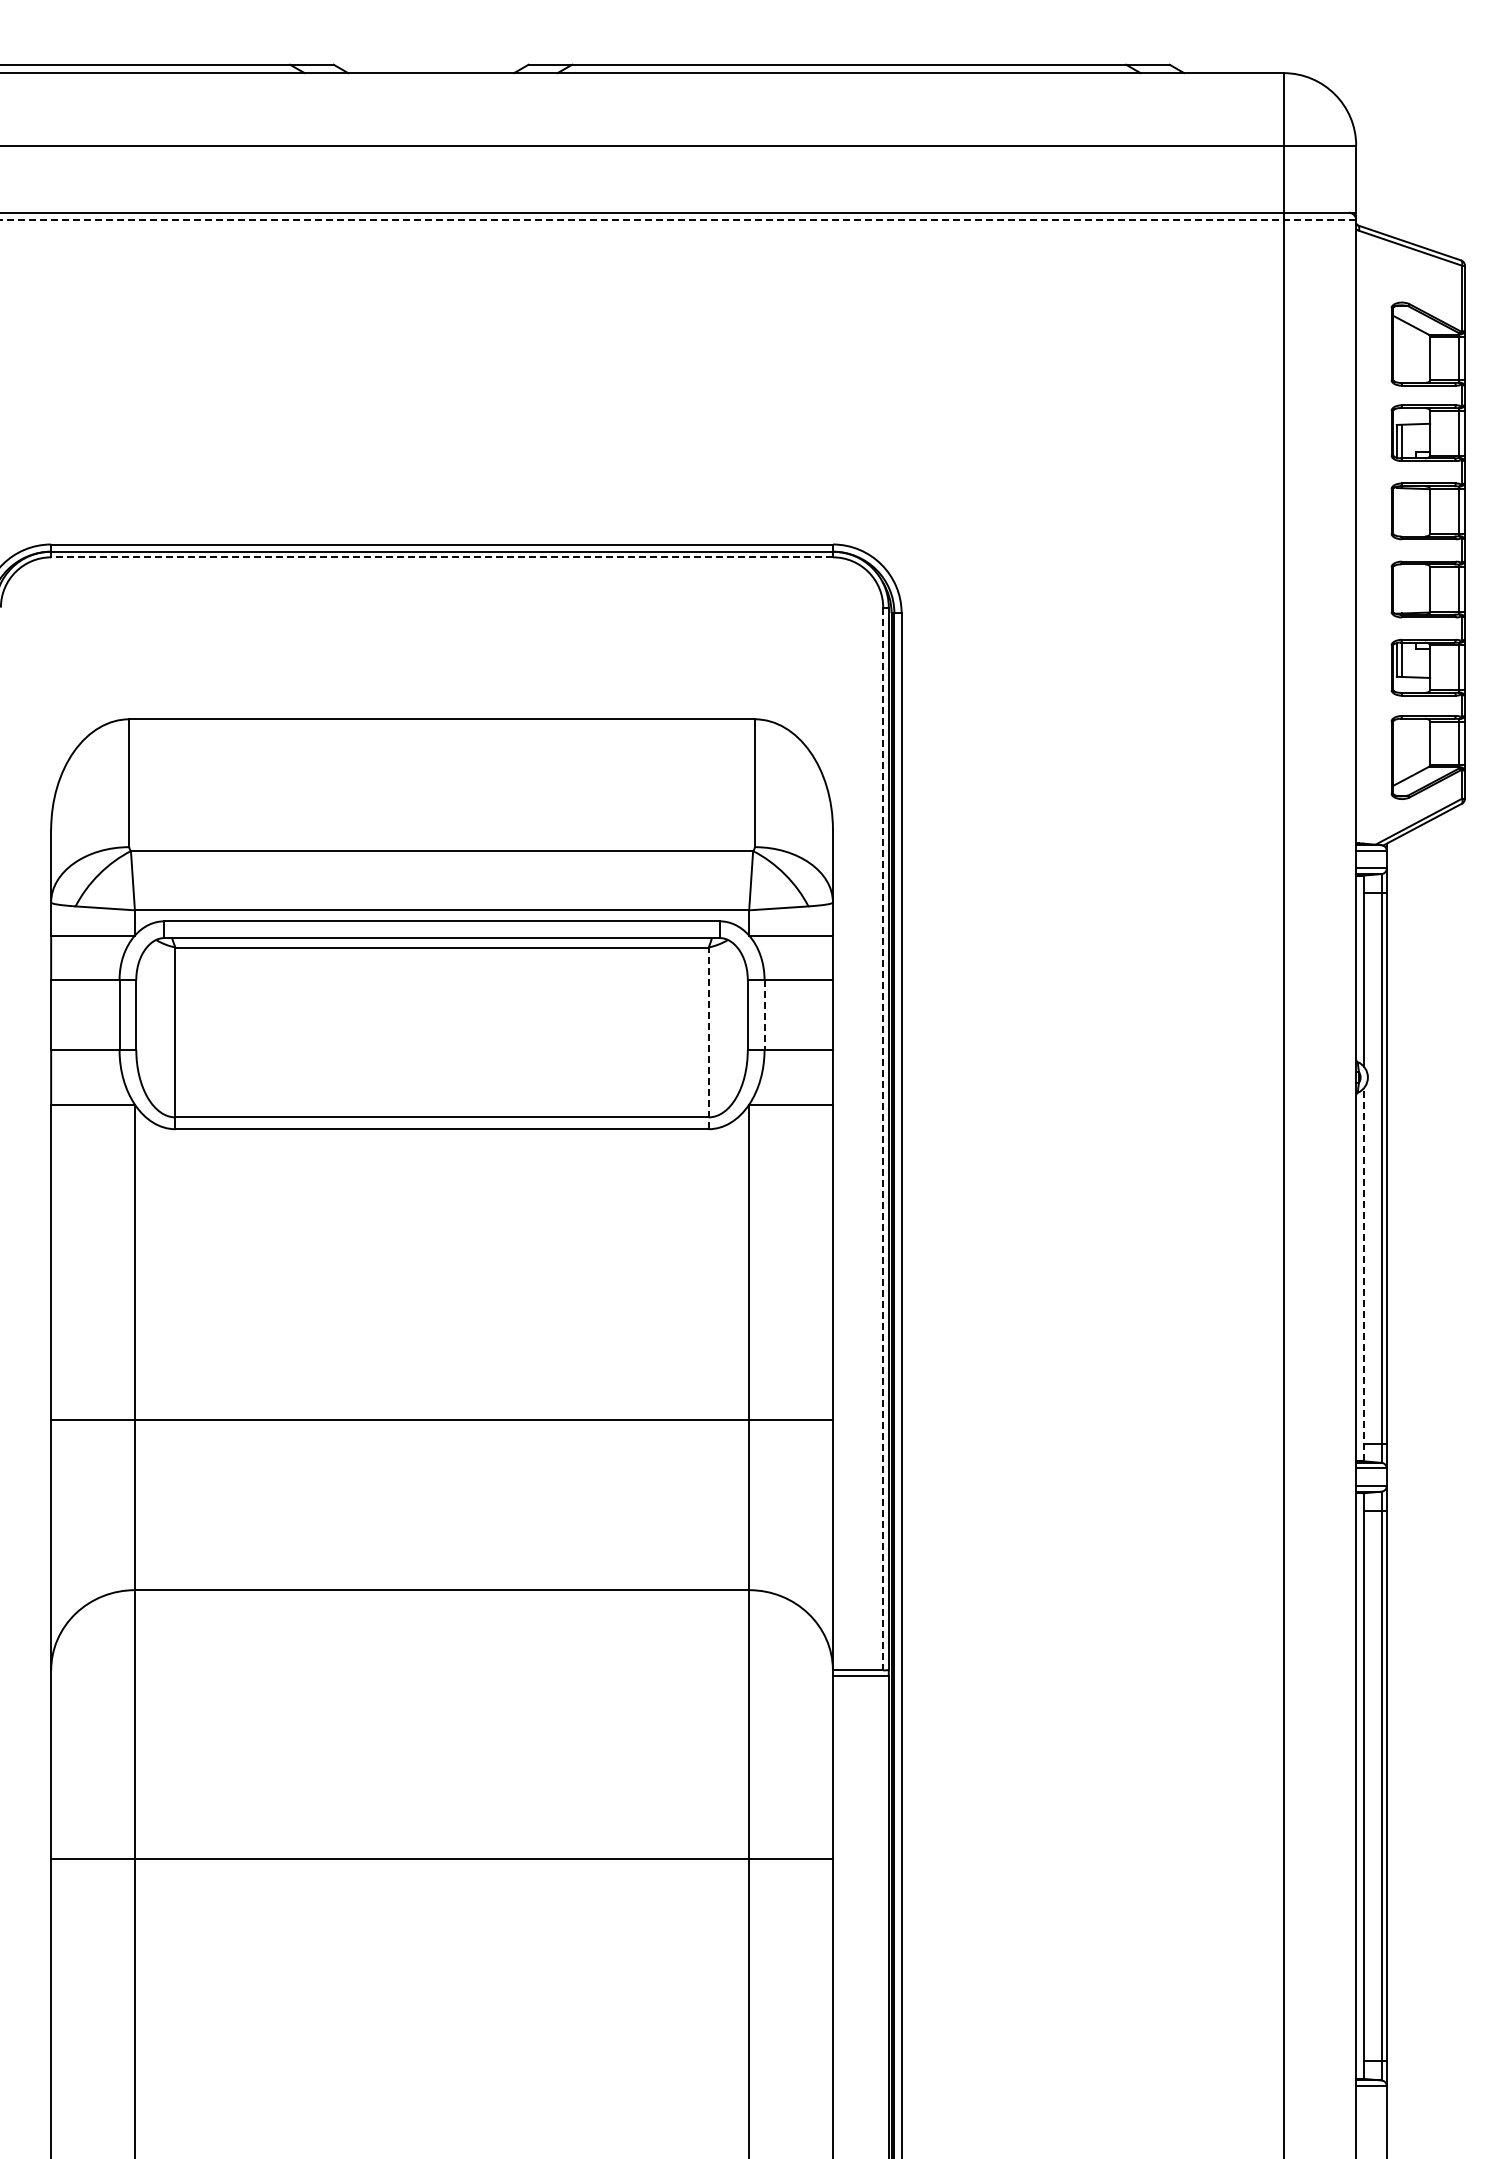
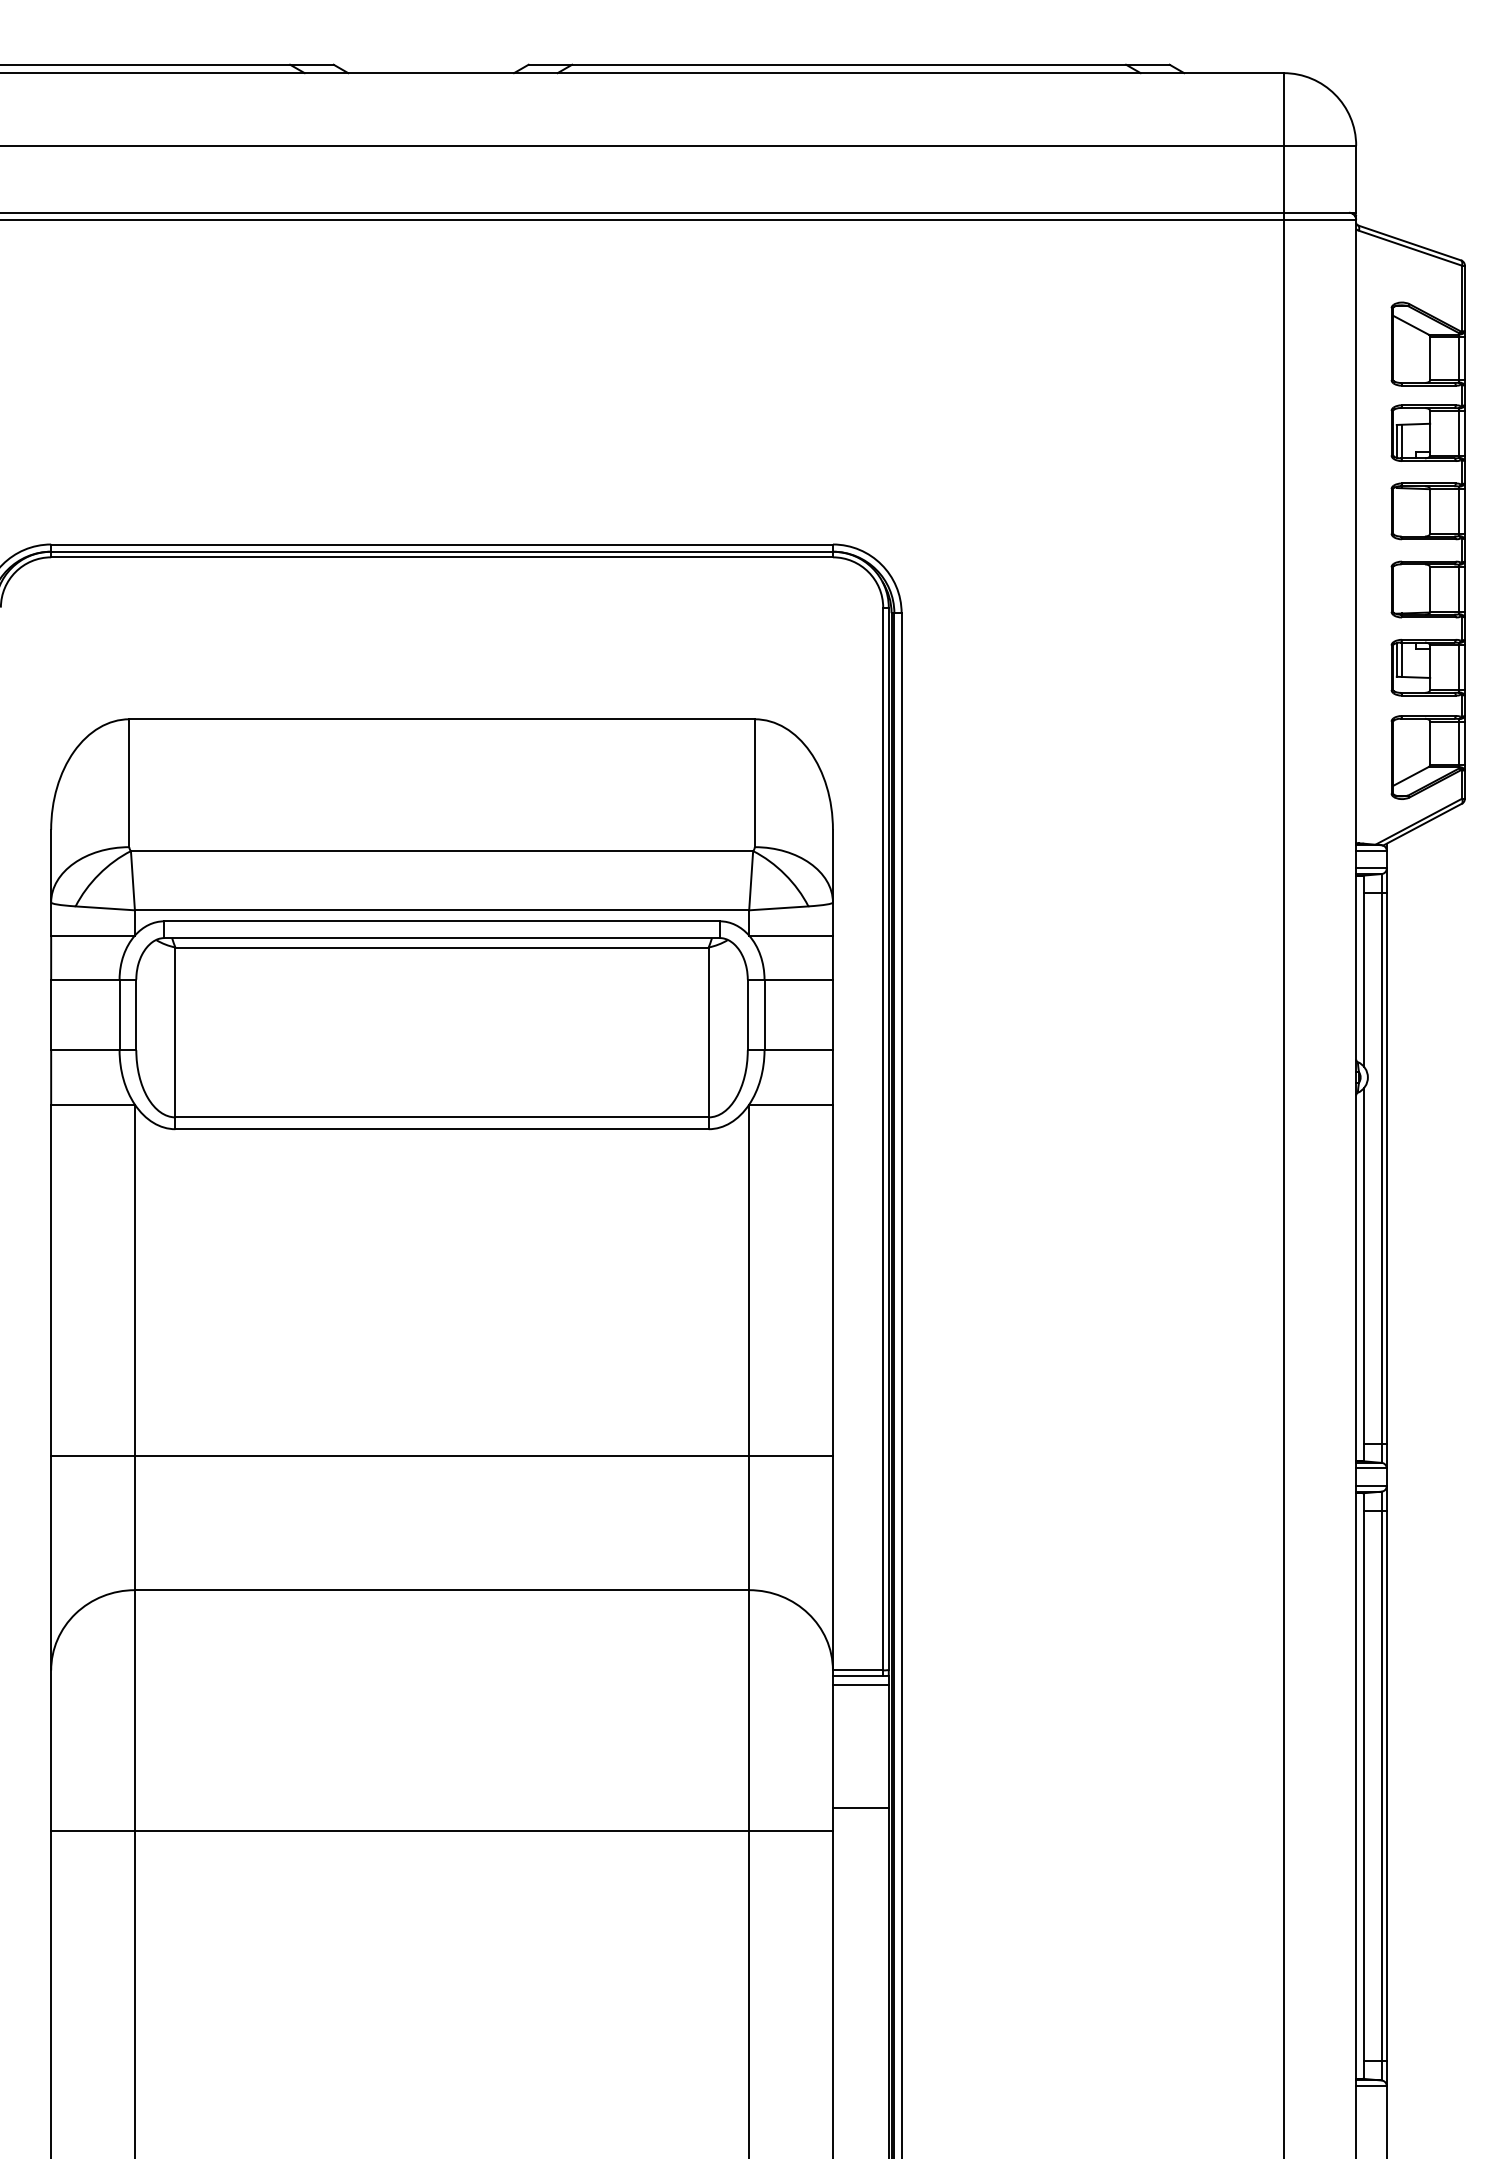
line at (678, 220): dashed -> solid
line at (442, 557): dashed -> solid
line at (764, 1015): dashed -> solid
line at (708, 1038): dashed -> solid
line at (883, 1142): dashed -> solid
line at (1364, 1274): dashed -> solid
line at (441, 1420) position: (441, 1420) -> (441, 1456)
line at (860, 1685): none -> present
line at (860, 1808): none -> present
line at (441, 1858) position: (441, 1858) -> (441, 1830)
